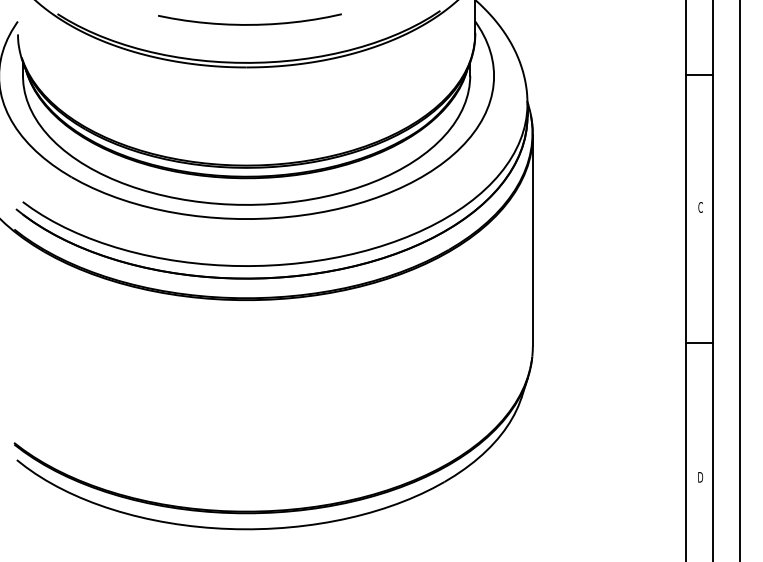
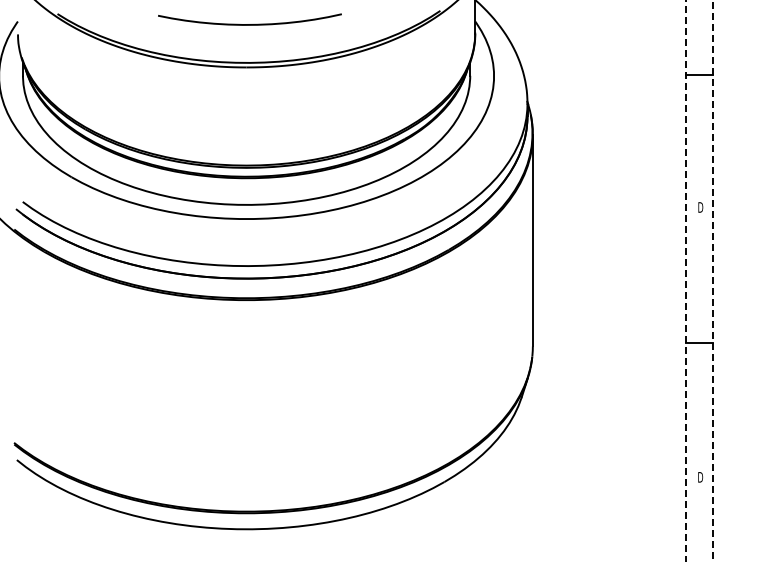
text at (700, 207): C -> D
line at (686, 280): solid -> dashed
line at (740, 280): present -> none
line at (713, 281): solid -> dashed
